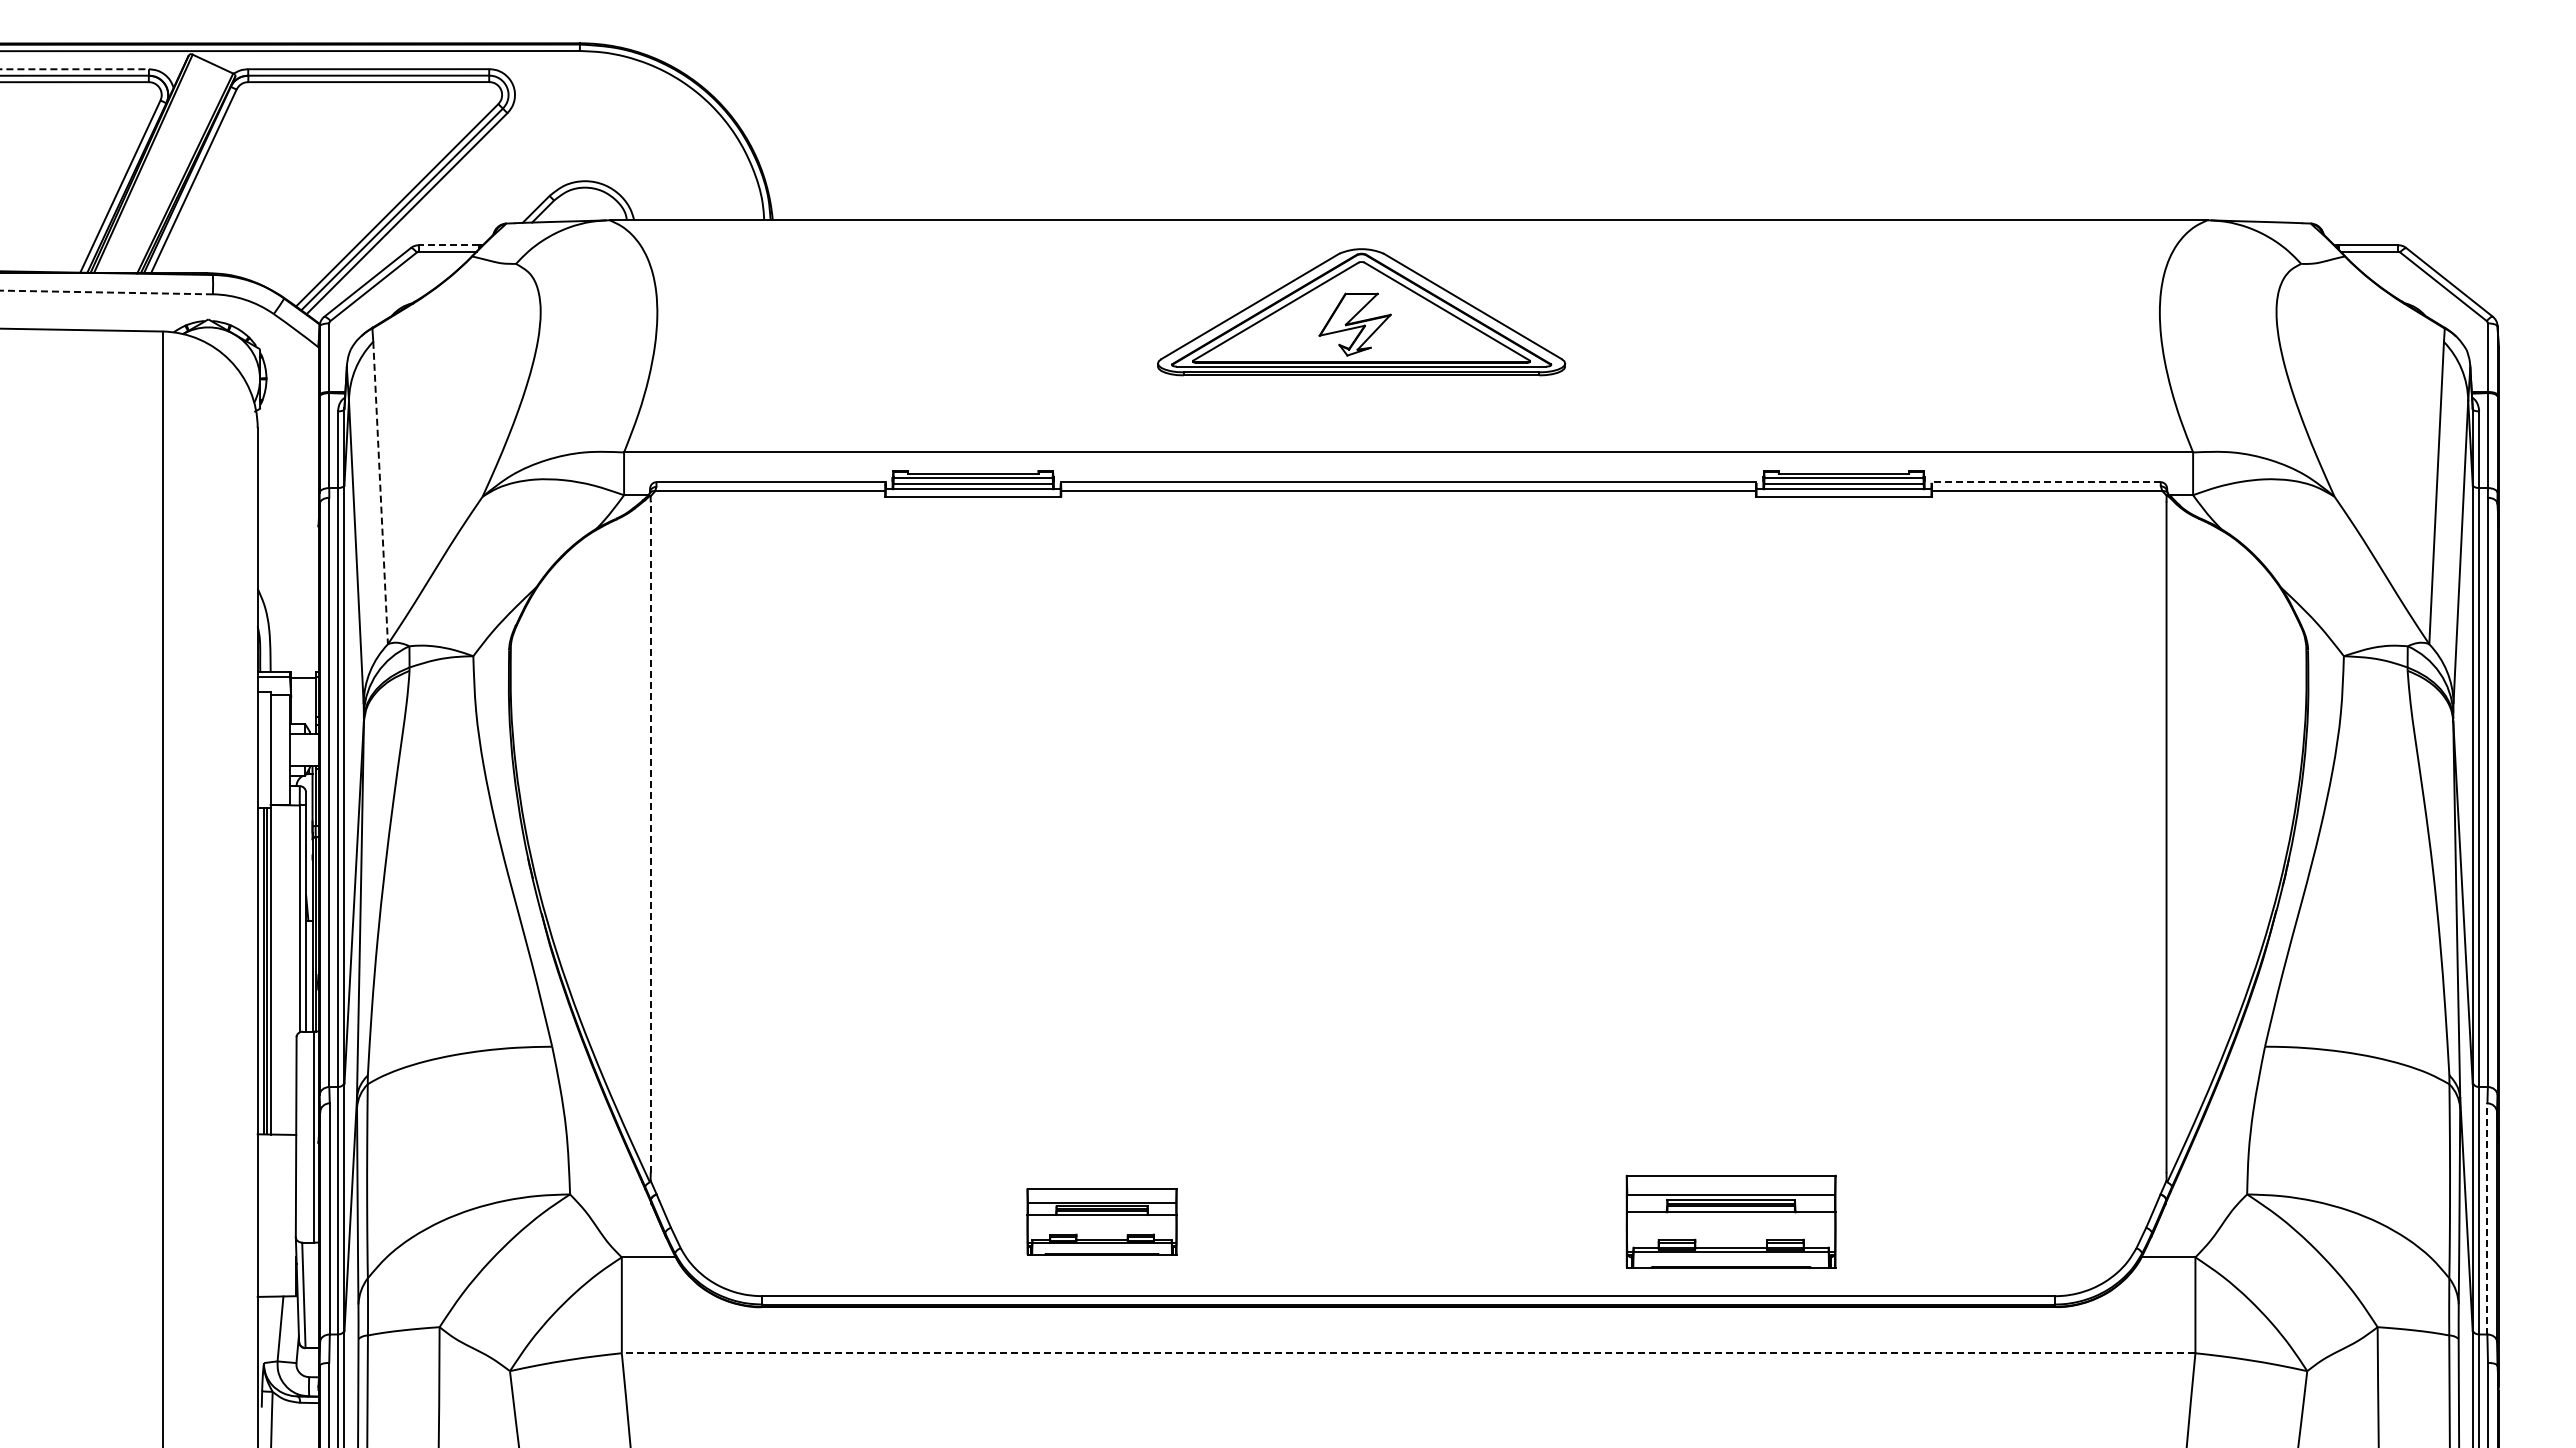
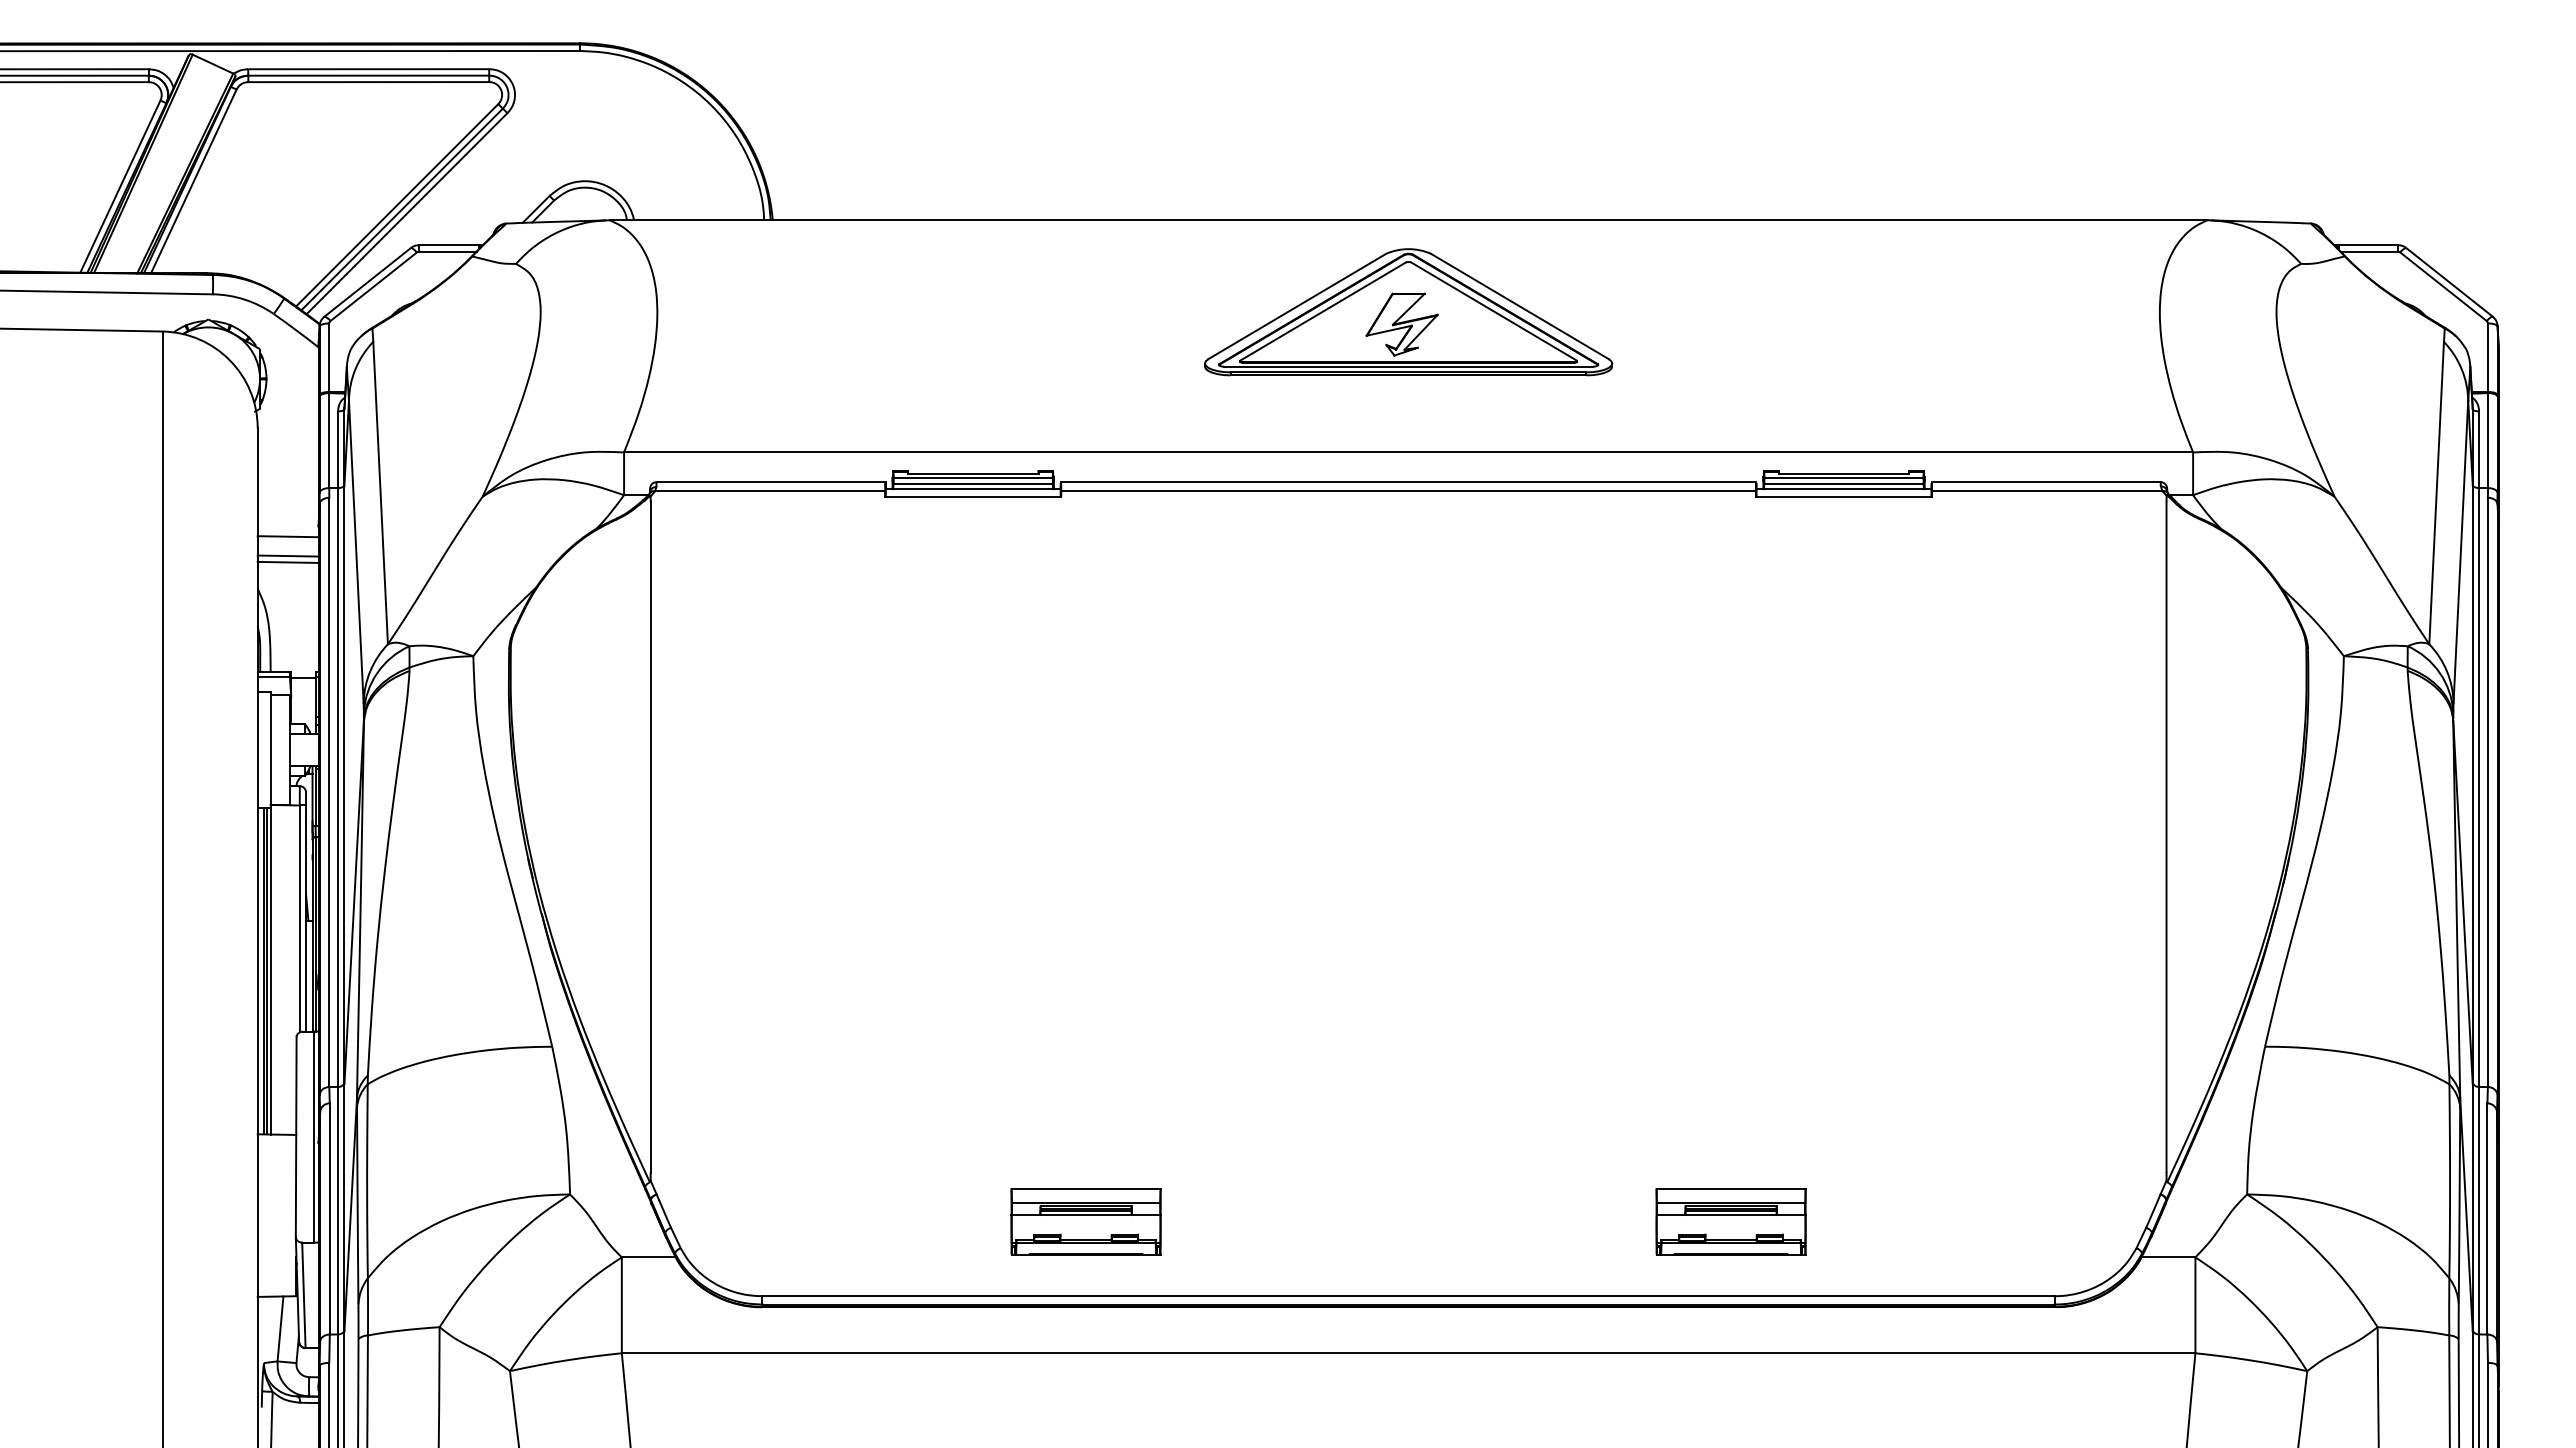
line at (75, 69): dashed -> solid
line at (448, 245): dashed -> solid
line at (106, 292): dashed -> solid
part at (1361, 312) position: (1361, 312) -> (1408, 312)
line at (2045, 482): dashed -> solid
line at (380, 493): dashed -> solid
line at (287, 536): none -> present
line at (287, 555): none -> present
line at (287, 561): none -> present
line at (650, 837): dashed -> solid
line at (2487, 1218): dashed -> solid
part at (1101, 1221) position: (1101, 1221) -> (1085, 1221)
part at (1730, 1221) size: 212x95 px -> 152x68 px
line at (1408, 1353): dashed -> solid
